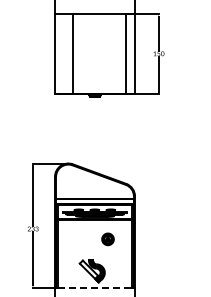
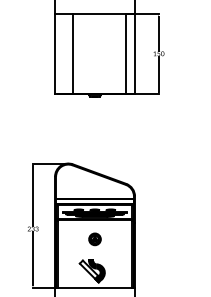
part at (107, 239) position: (107, 239) -> (94, 239)
line at (95, 287): dashed -> solid
